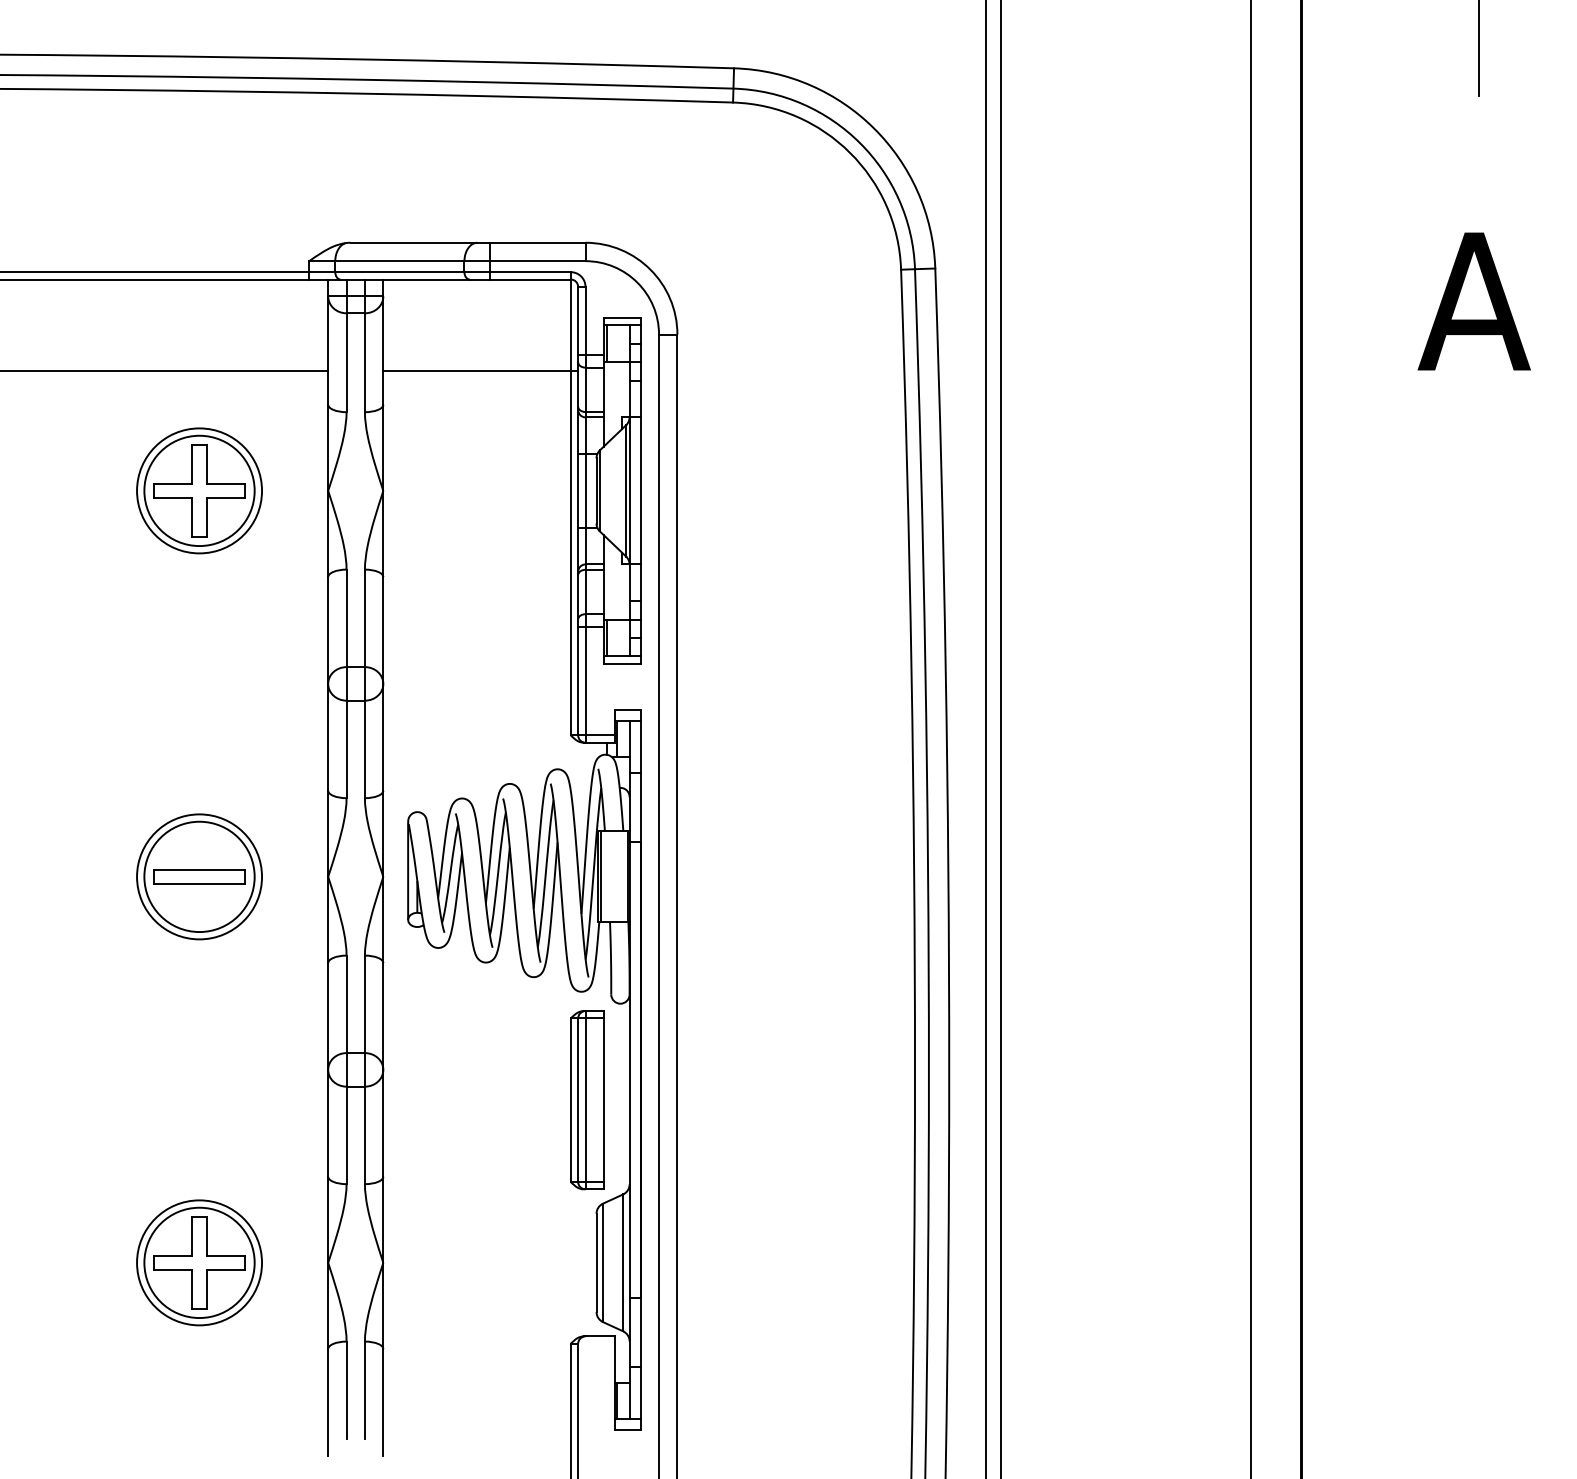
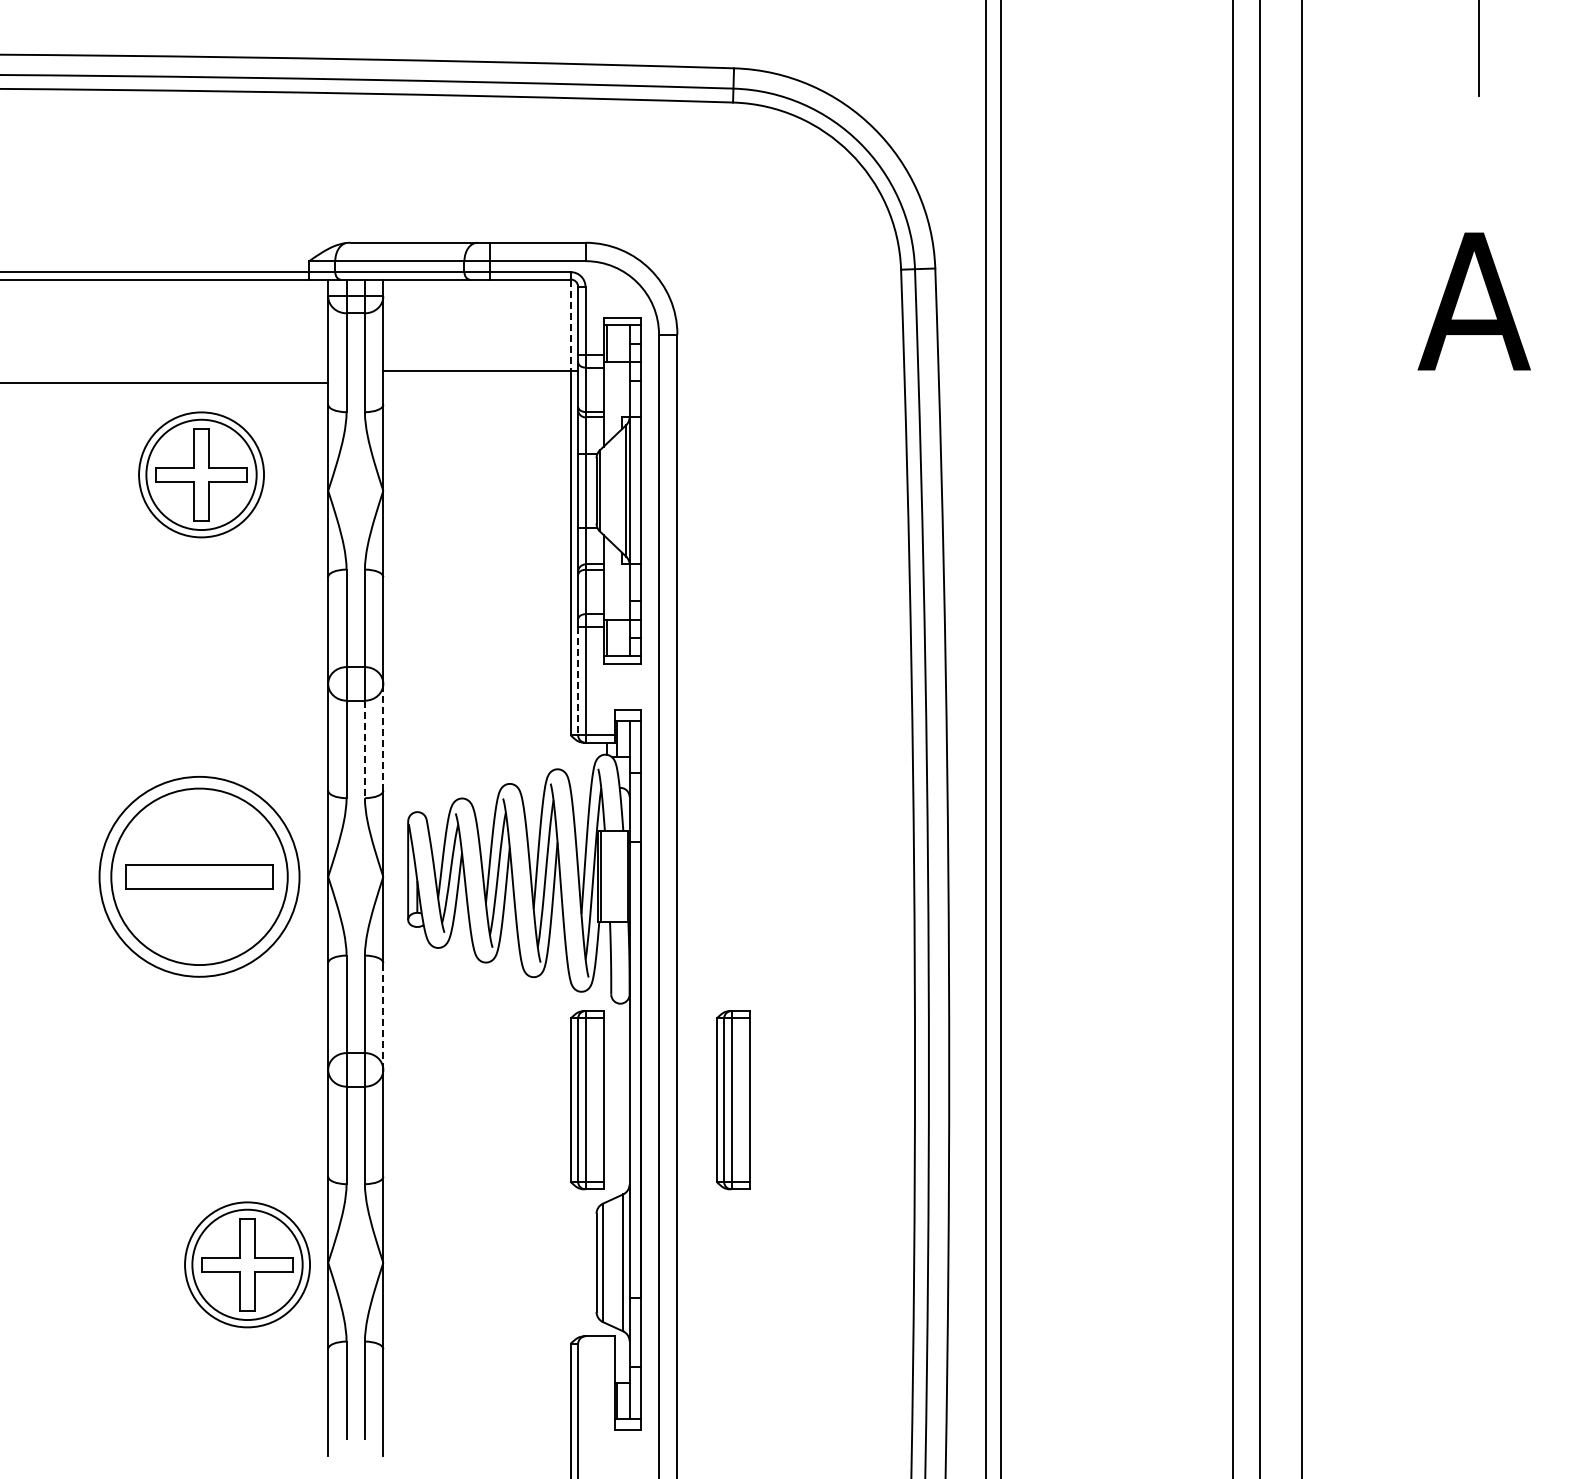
line at (570, 325): solid -> dashed
line at (165, 371) position: (165, 371) -> (165, 383)
part at (199, 490) position: (199, 490) -> (201, 474)
line at (578, 681): solid -> dashed
line at (383, 736): solid -> dashed
line at (1251, 738) position: (1251, 738) -> (1233, 738)
line at (1301, 738) position: (1301, 738) -> (1260, 738)
line at (364, 749): solid -> dashed
part at (199, 876) size: 127x128 px -> 203x202 px
line at (383, 1016): solid -> dashed
part at (733, 1100): none -> present
part at (199, 1262) position: (199, 1262) -> (247, 1264)
